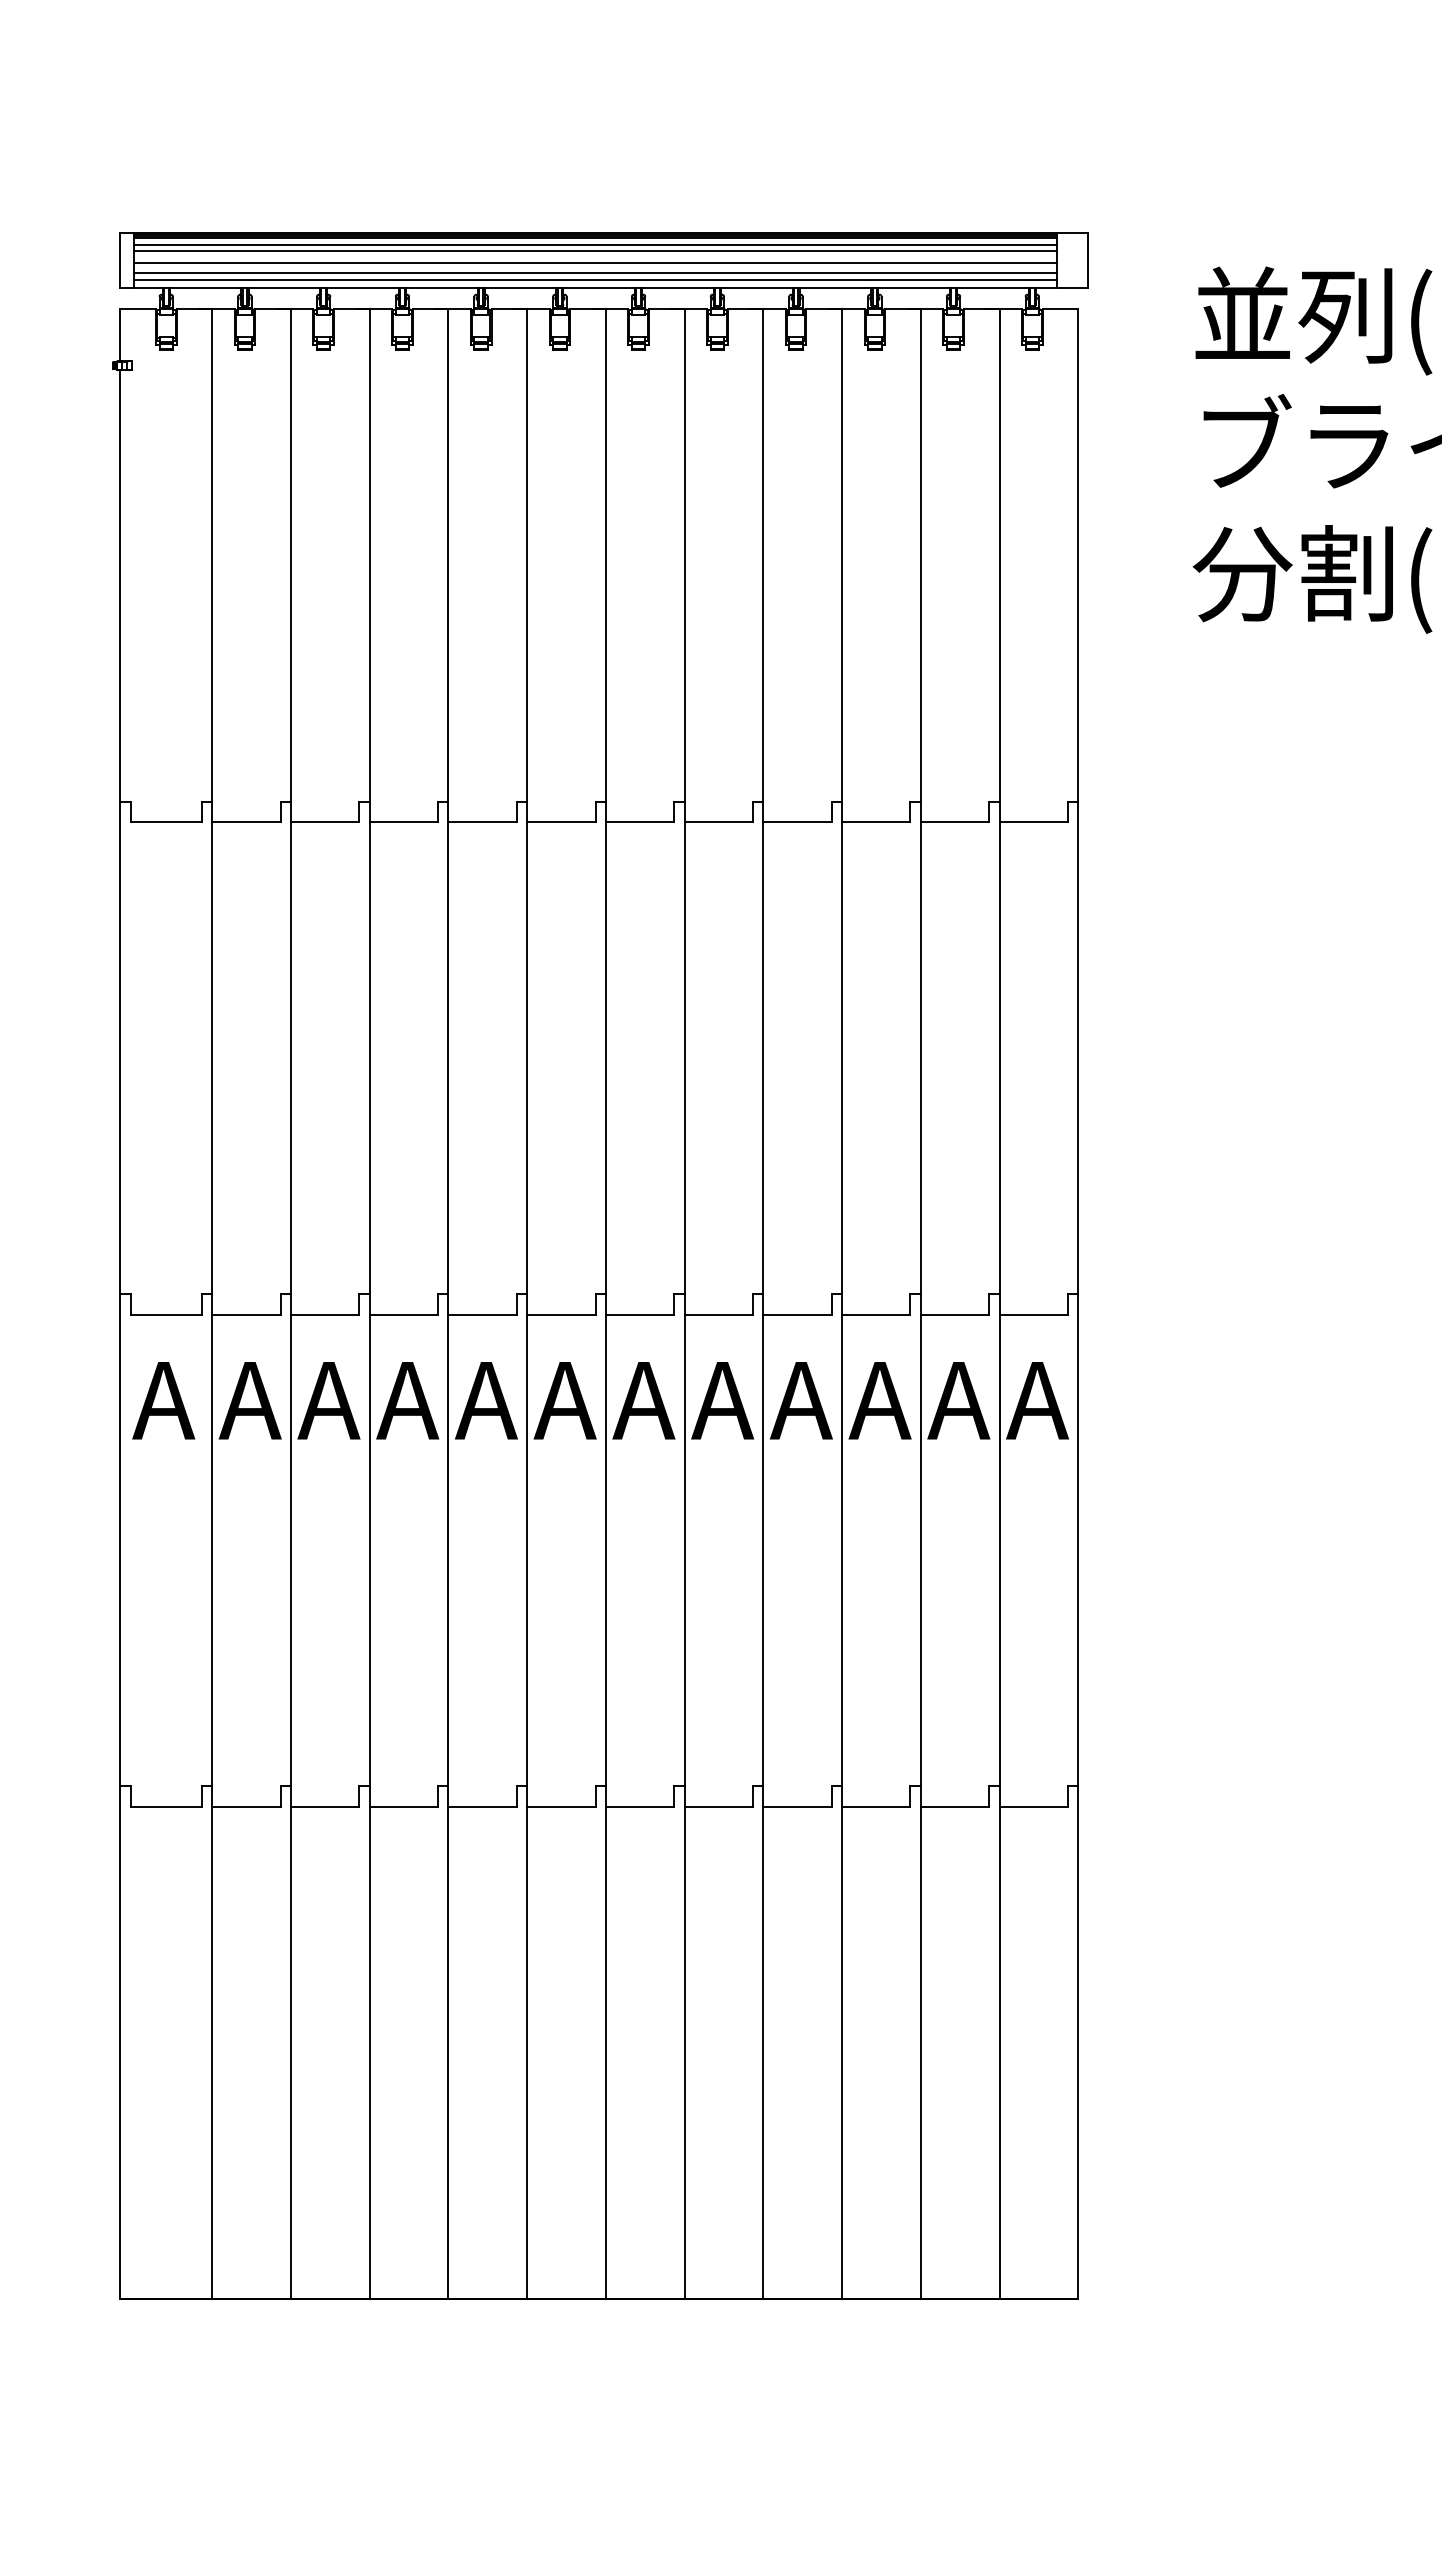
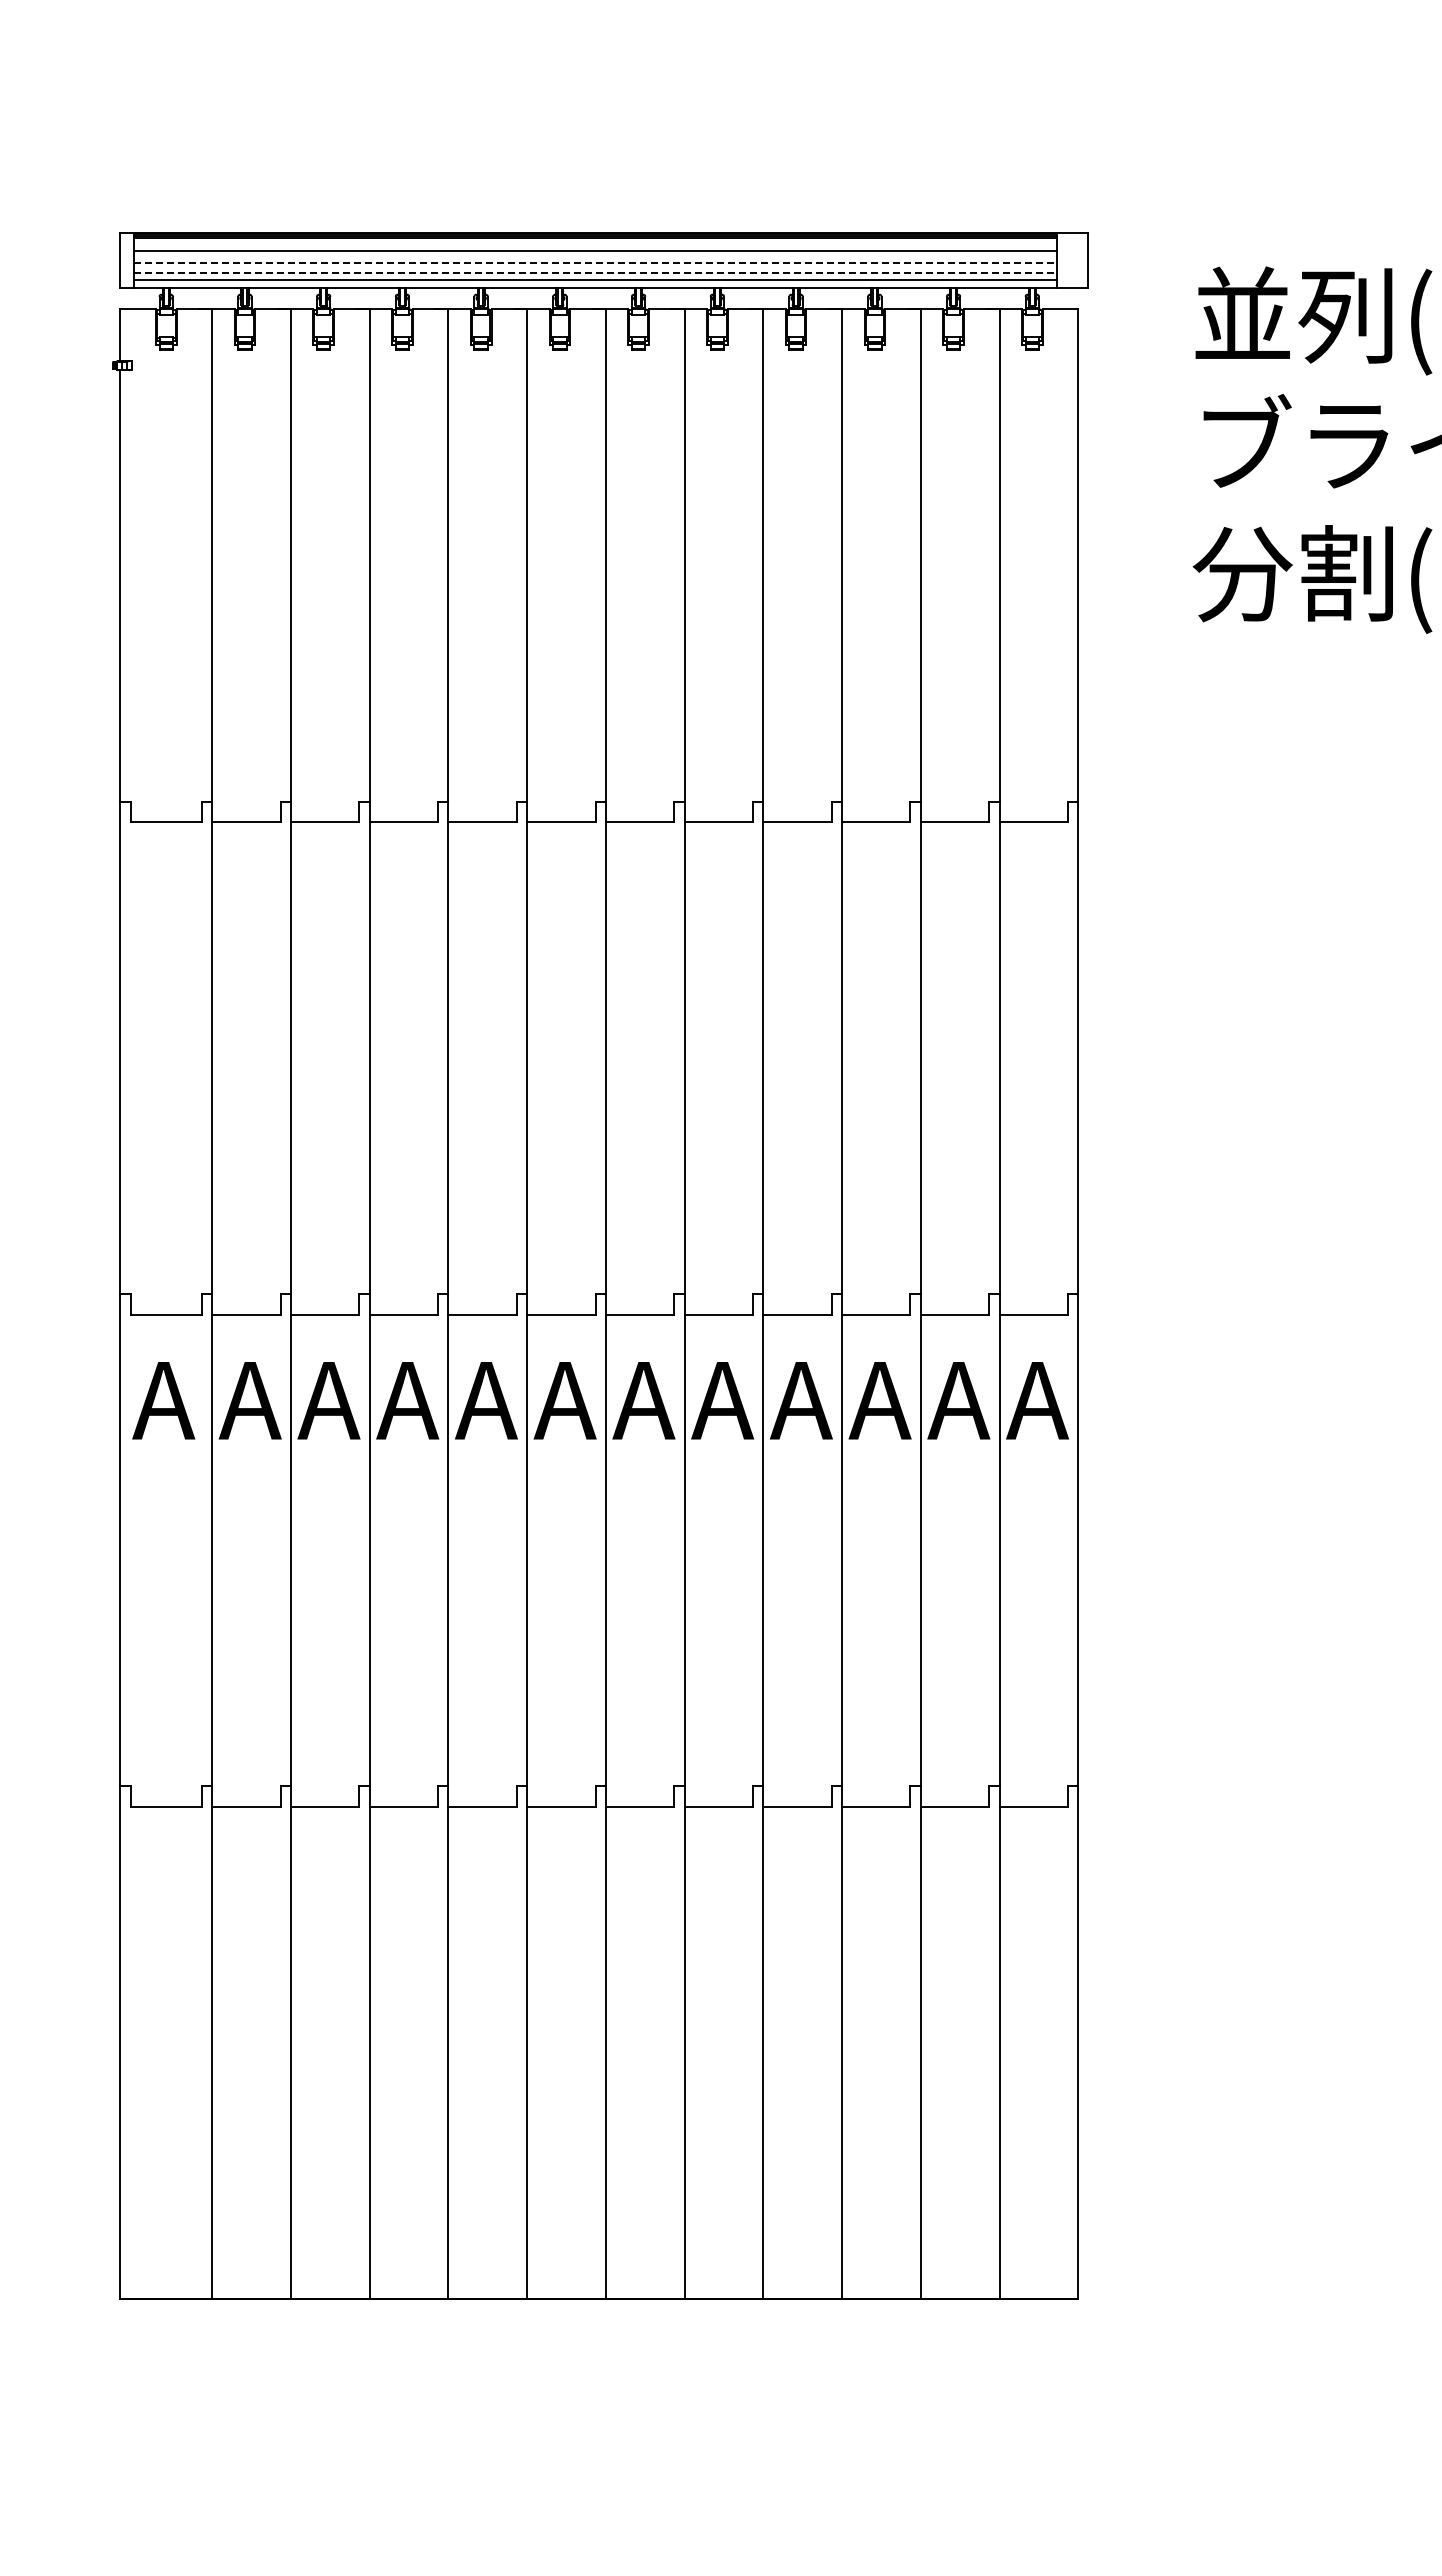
line at (595, 245): present -> none
line at (595, 262): solid -> dashed
line at (595, 273): solid -> dashed
